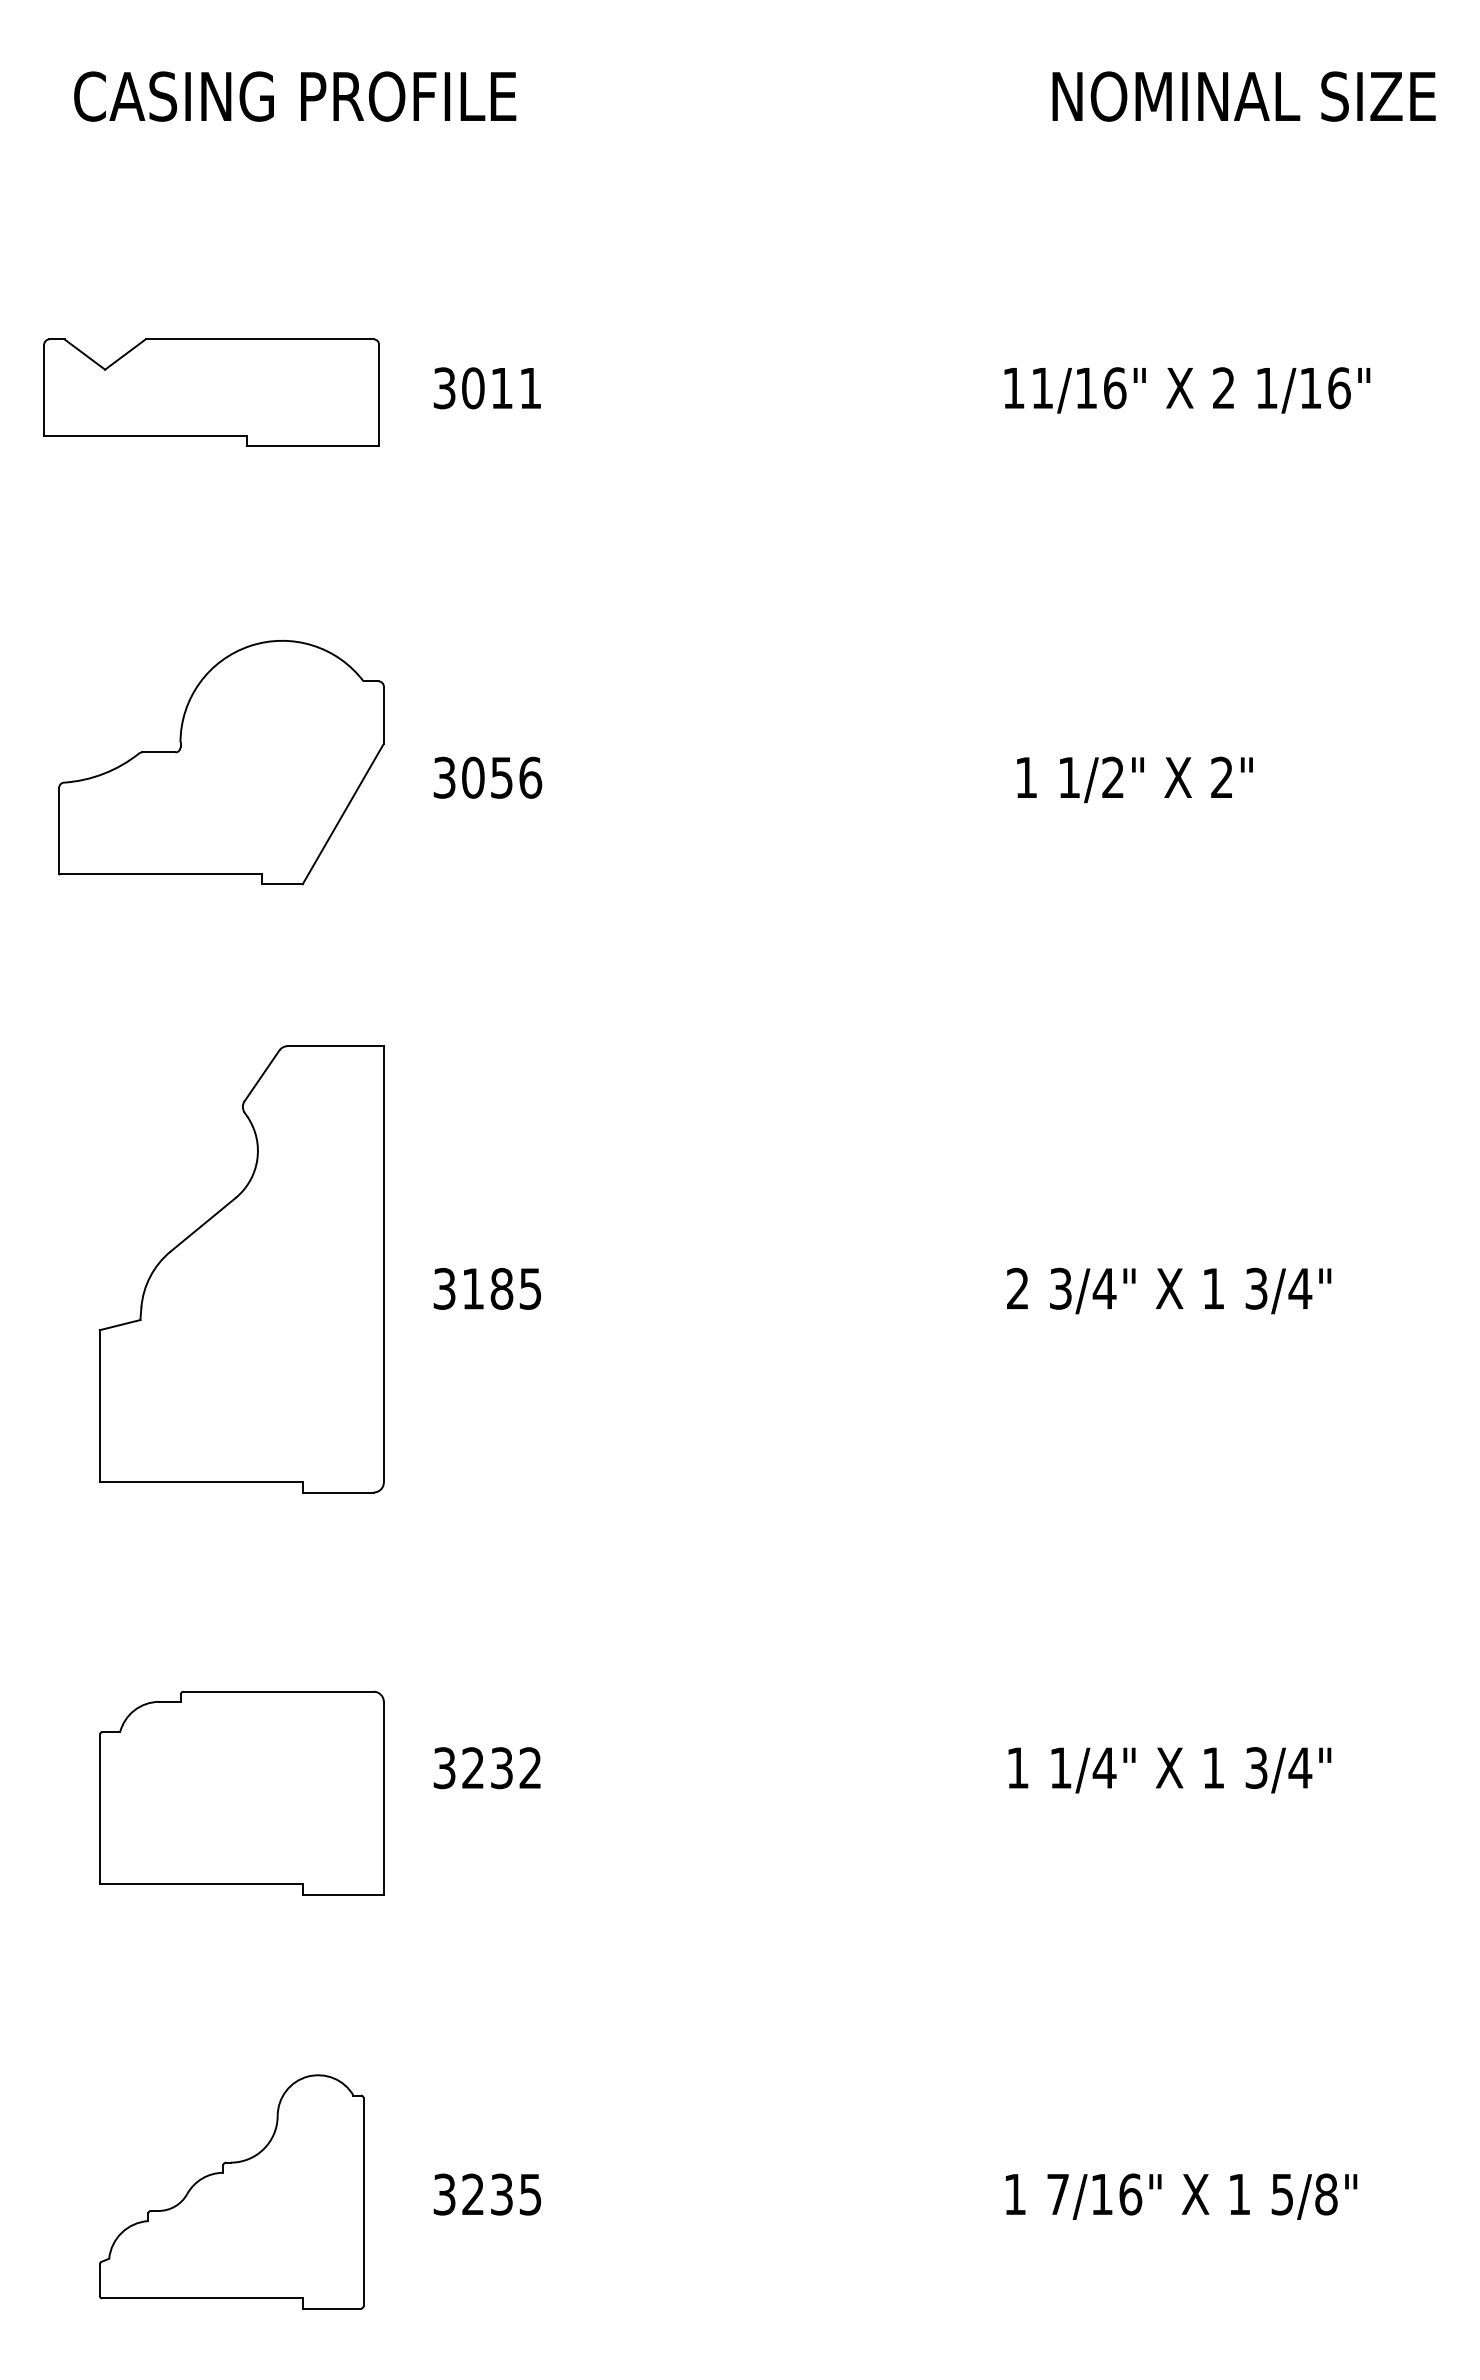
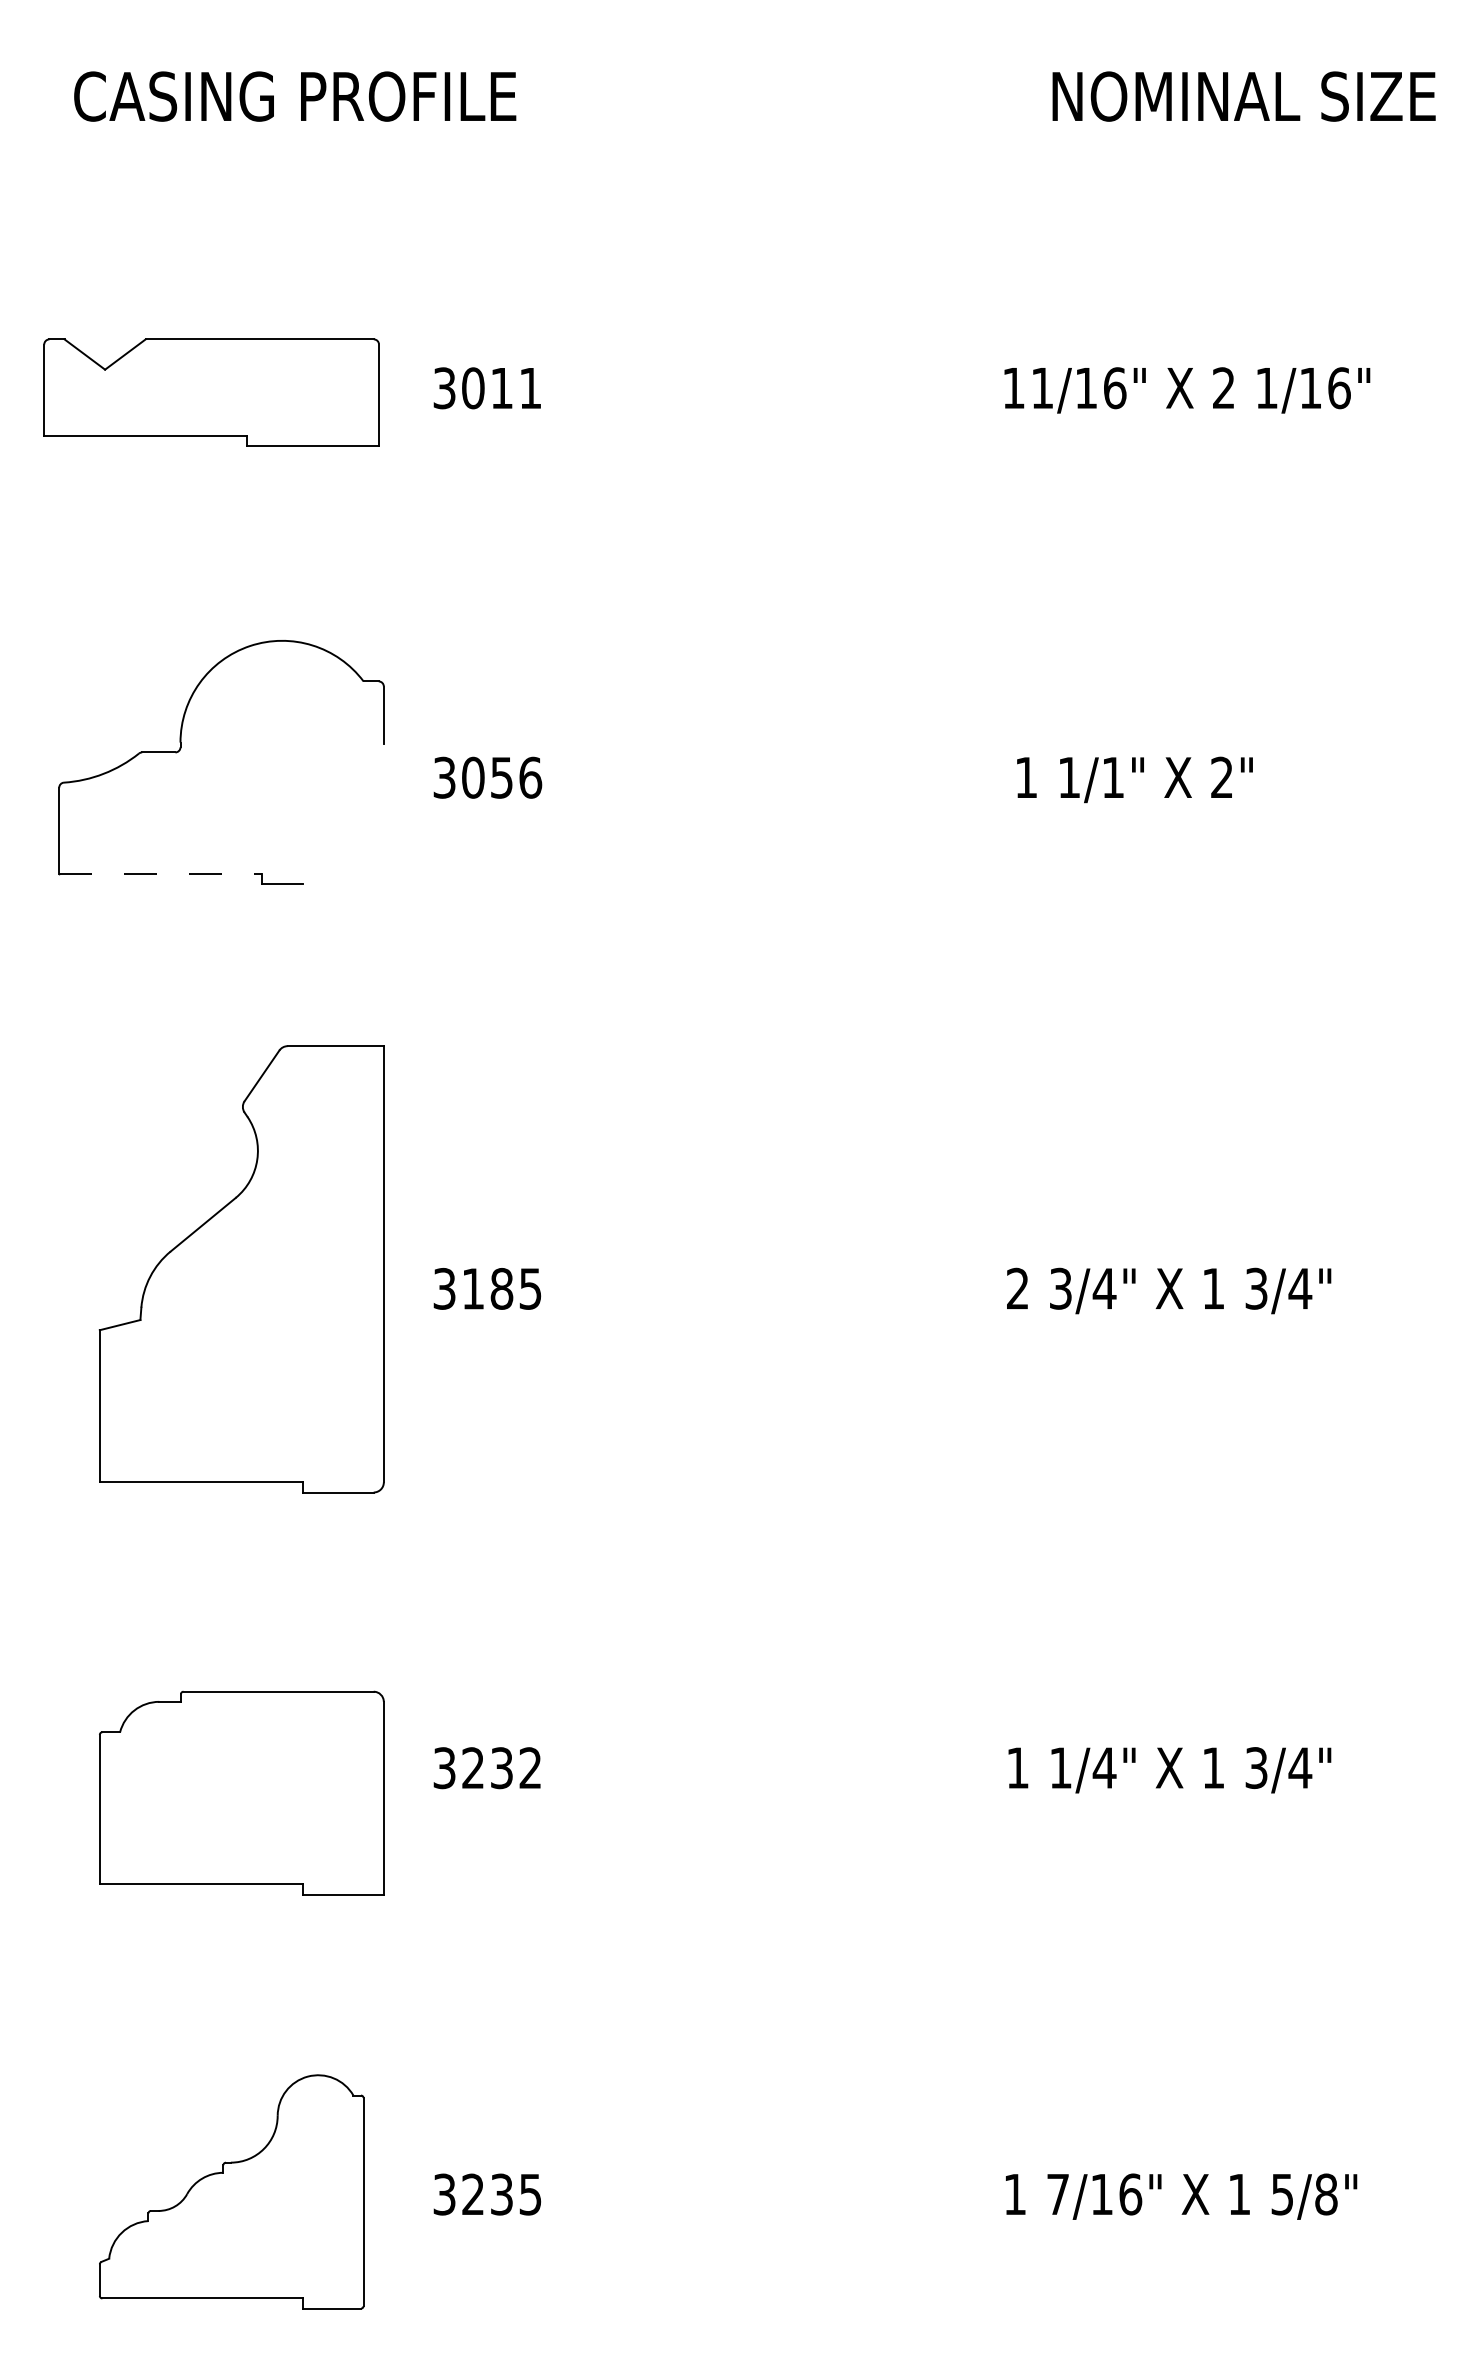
text at (1112, 776): 1/2" -> 1/1"
line at (342, 813): present -> none
line at (161, 874): solid -> dashed
